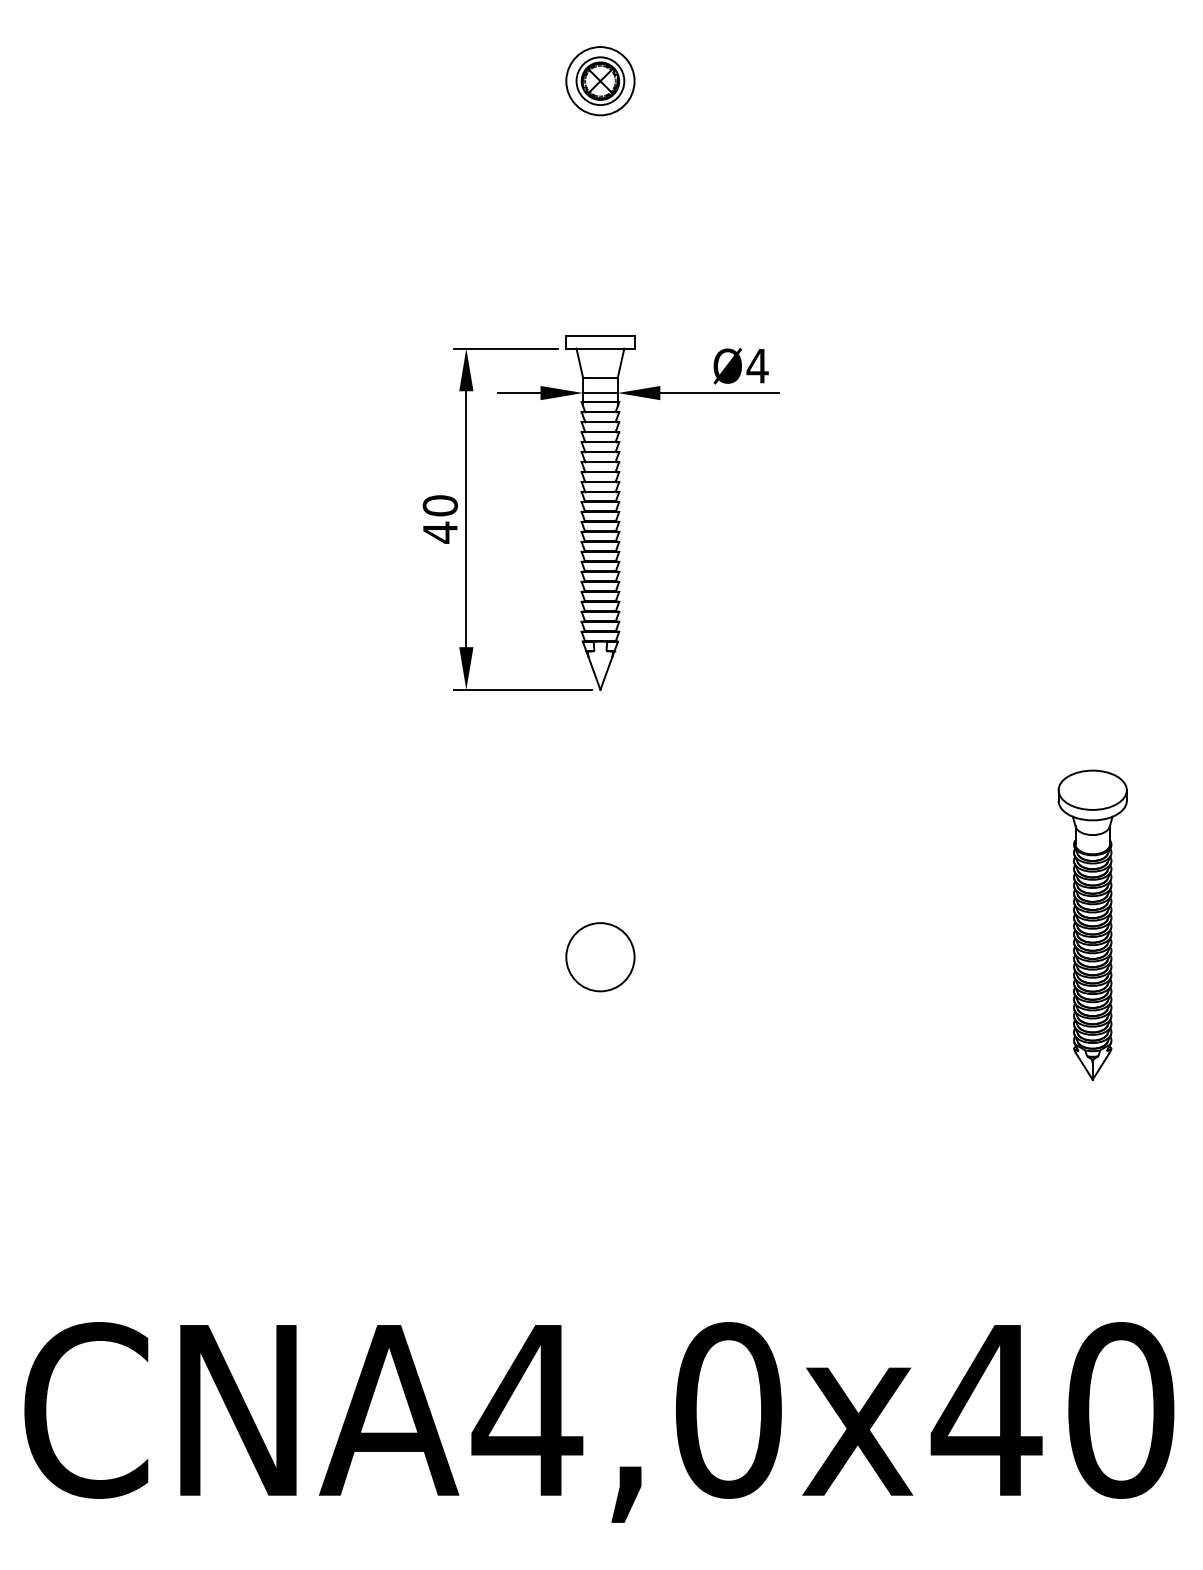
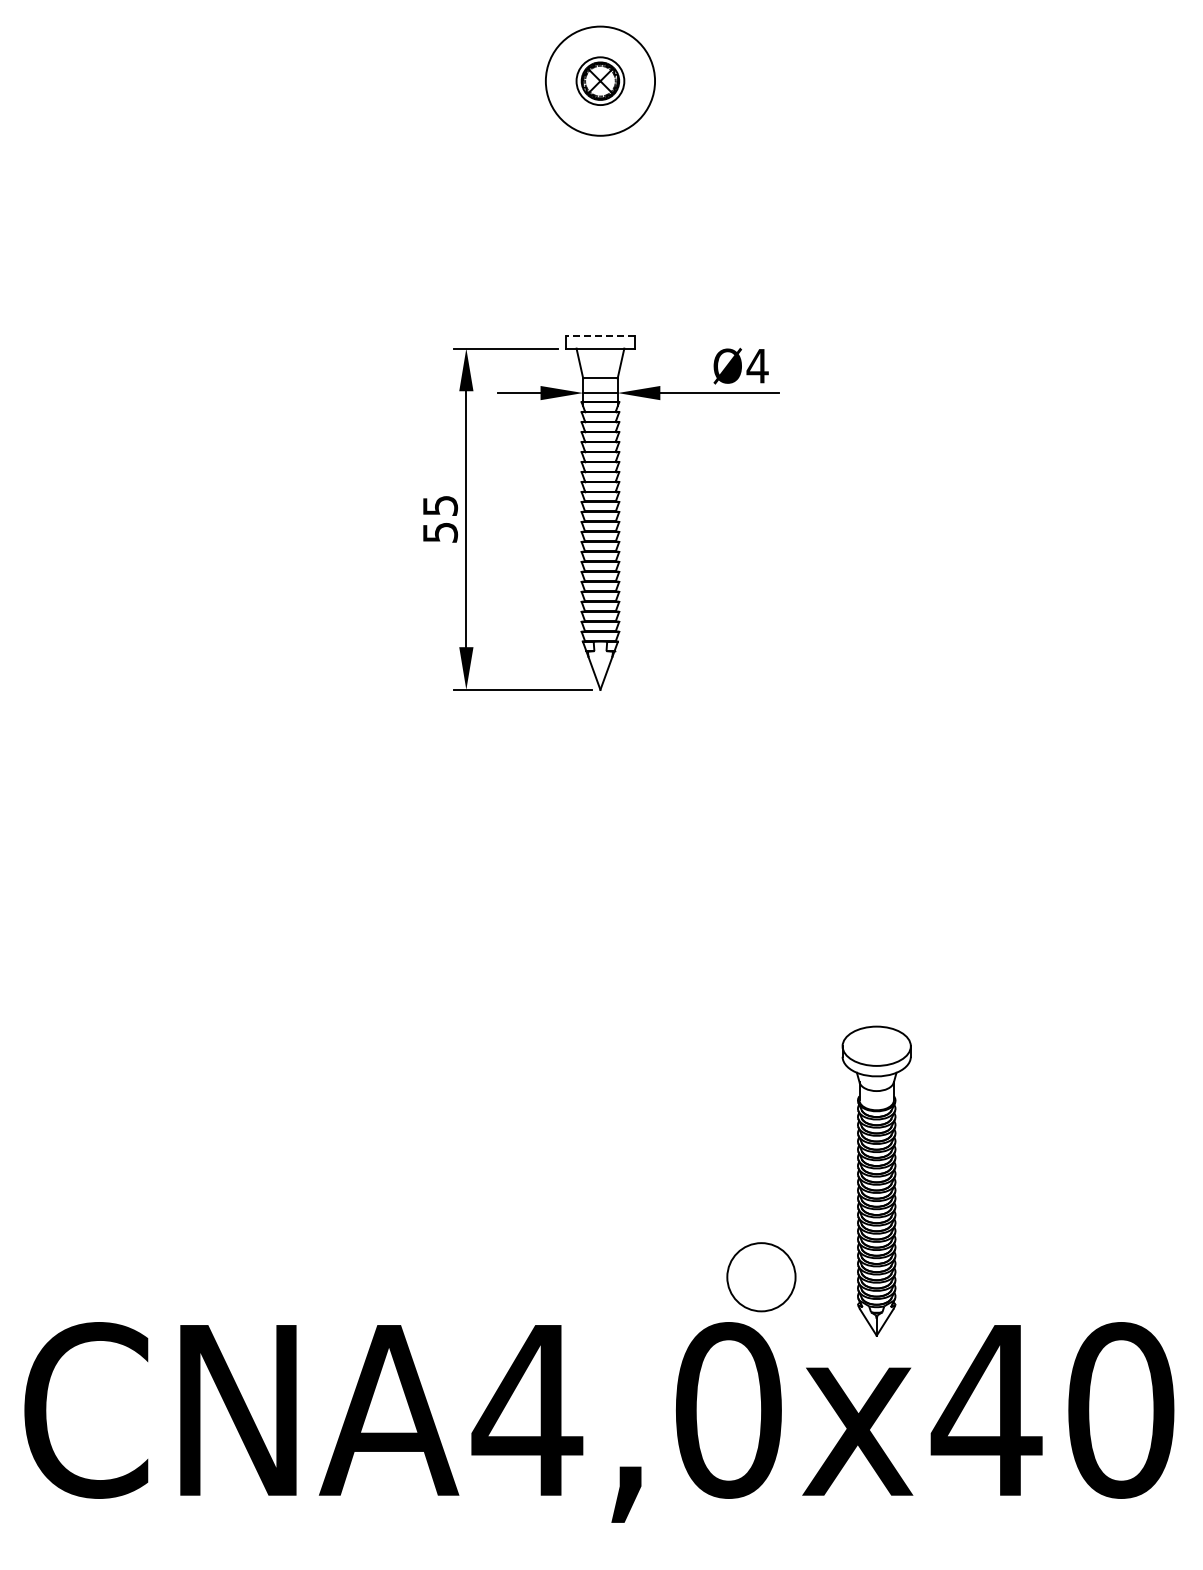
circle at (600, 81) diameter: 68 px -> 109 px
line at (599, 335): solid -> dashed
text at (440, 519): 40 -> 55
part at (1092, 924) position: (1092, 924) -> (876, 1180)
circle at (600, 957) position: (600, 957) -> (761, 1277)
